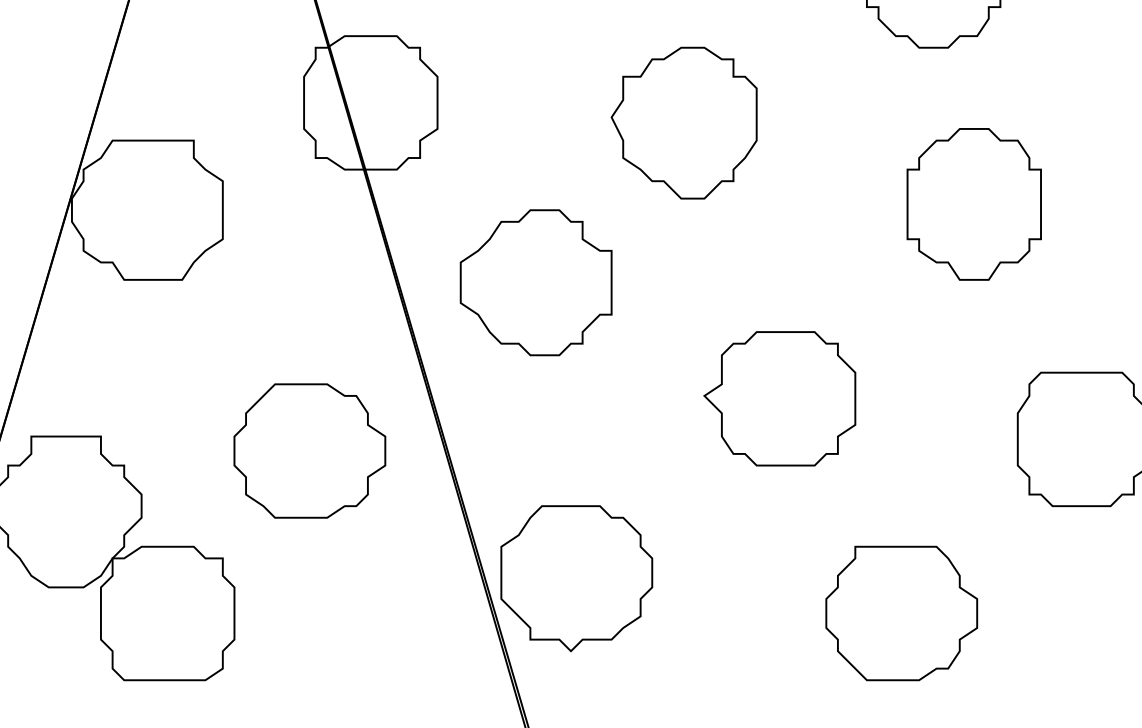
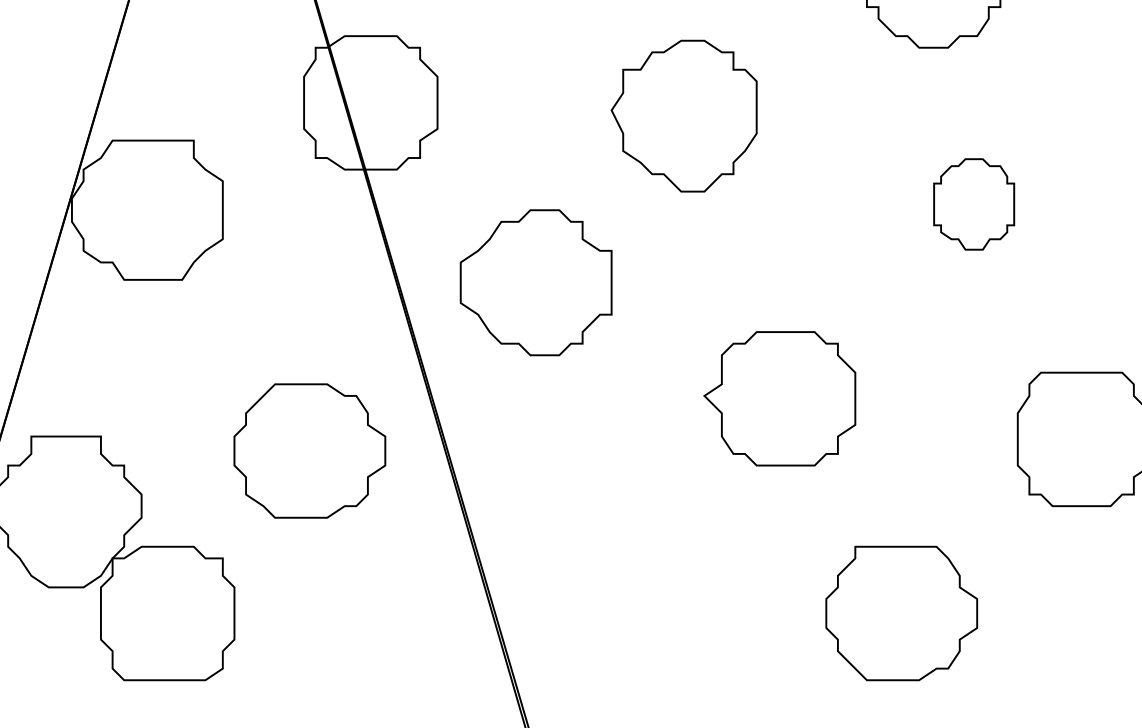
part at (683, 122) position: (683, 122) -> (683, 115)
part at (973, 204) size: 136x153 px -> 83x93 px
part at (576, 578): present -> none
